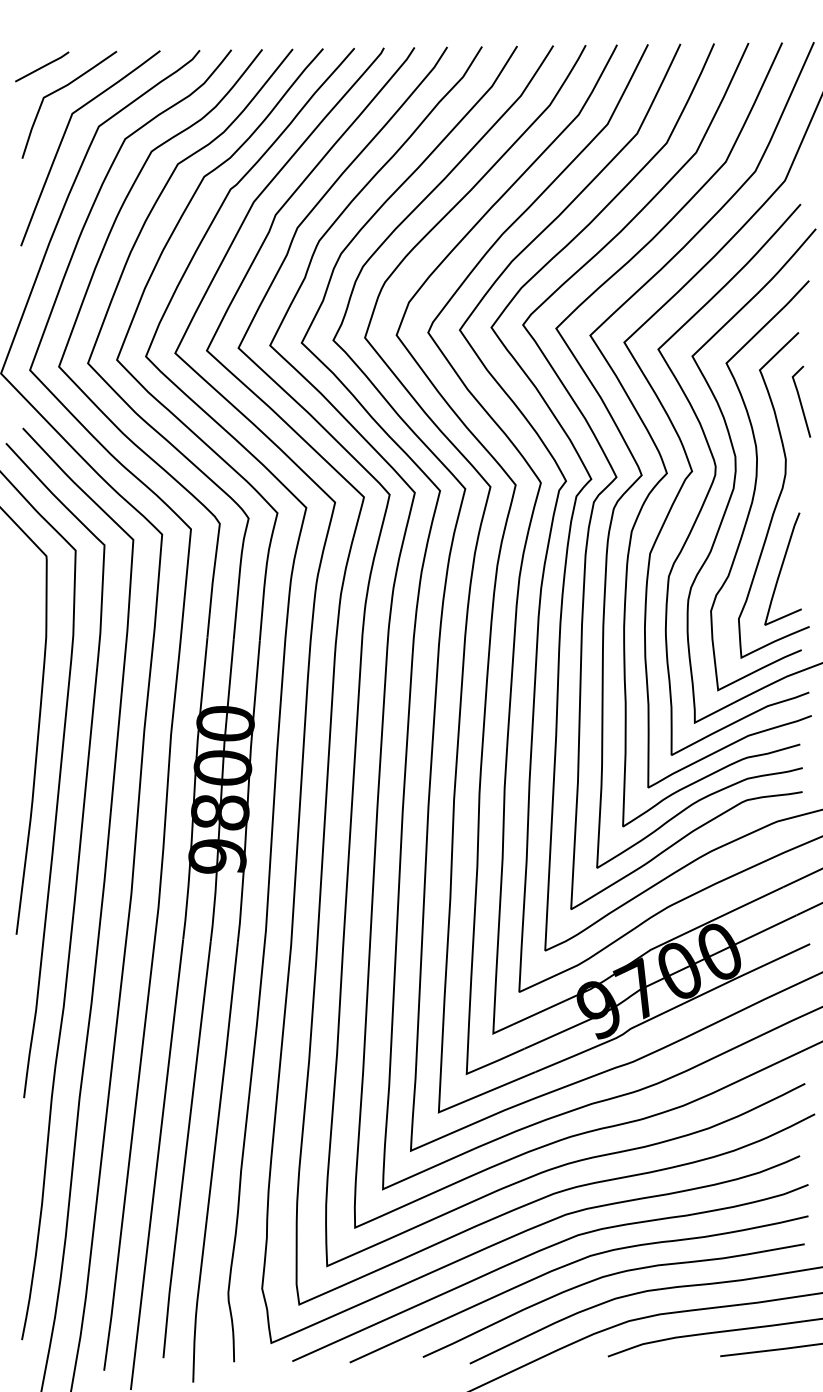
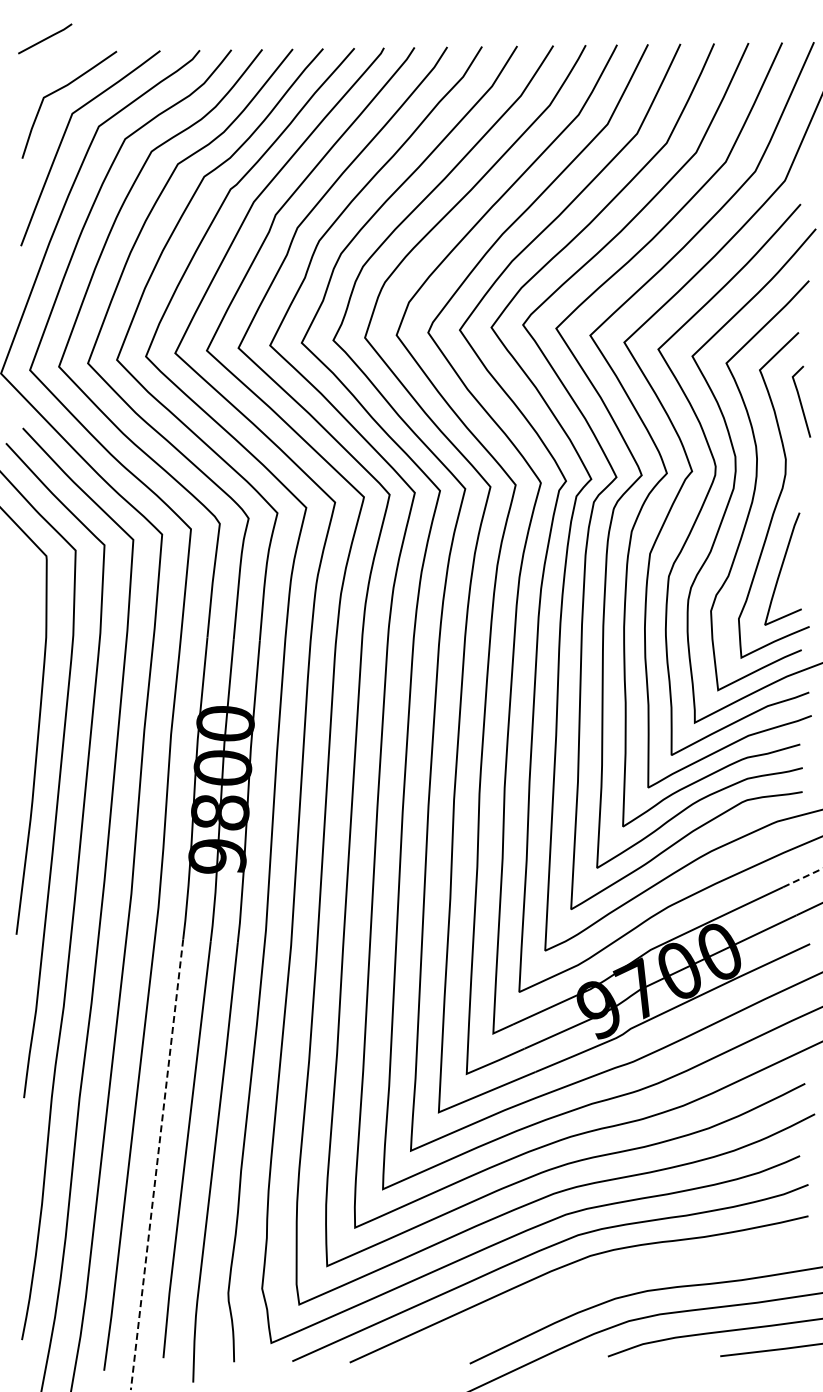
line at (42, 66) position: (42, 66) -> (45, 38)
line at (802, 878): solid -> dashed
line at (157, 1164): solid -> dashed
curve at (609, 1276): present -> none
